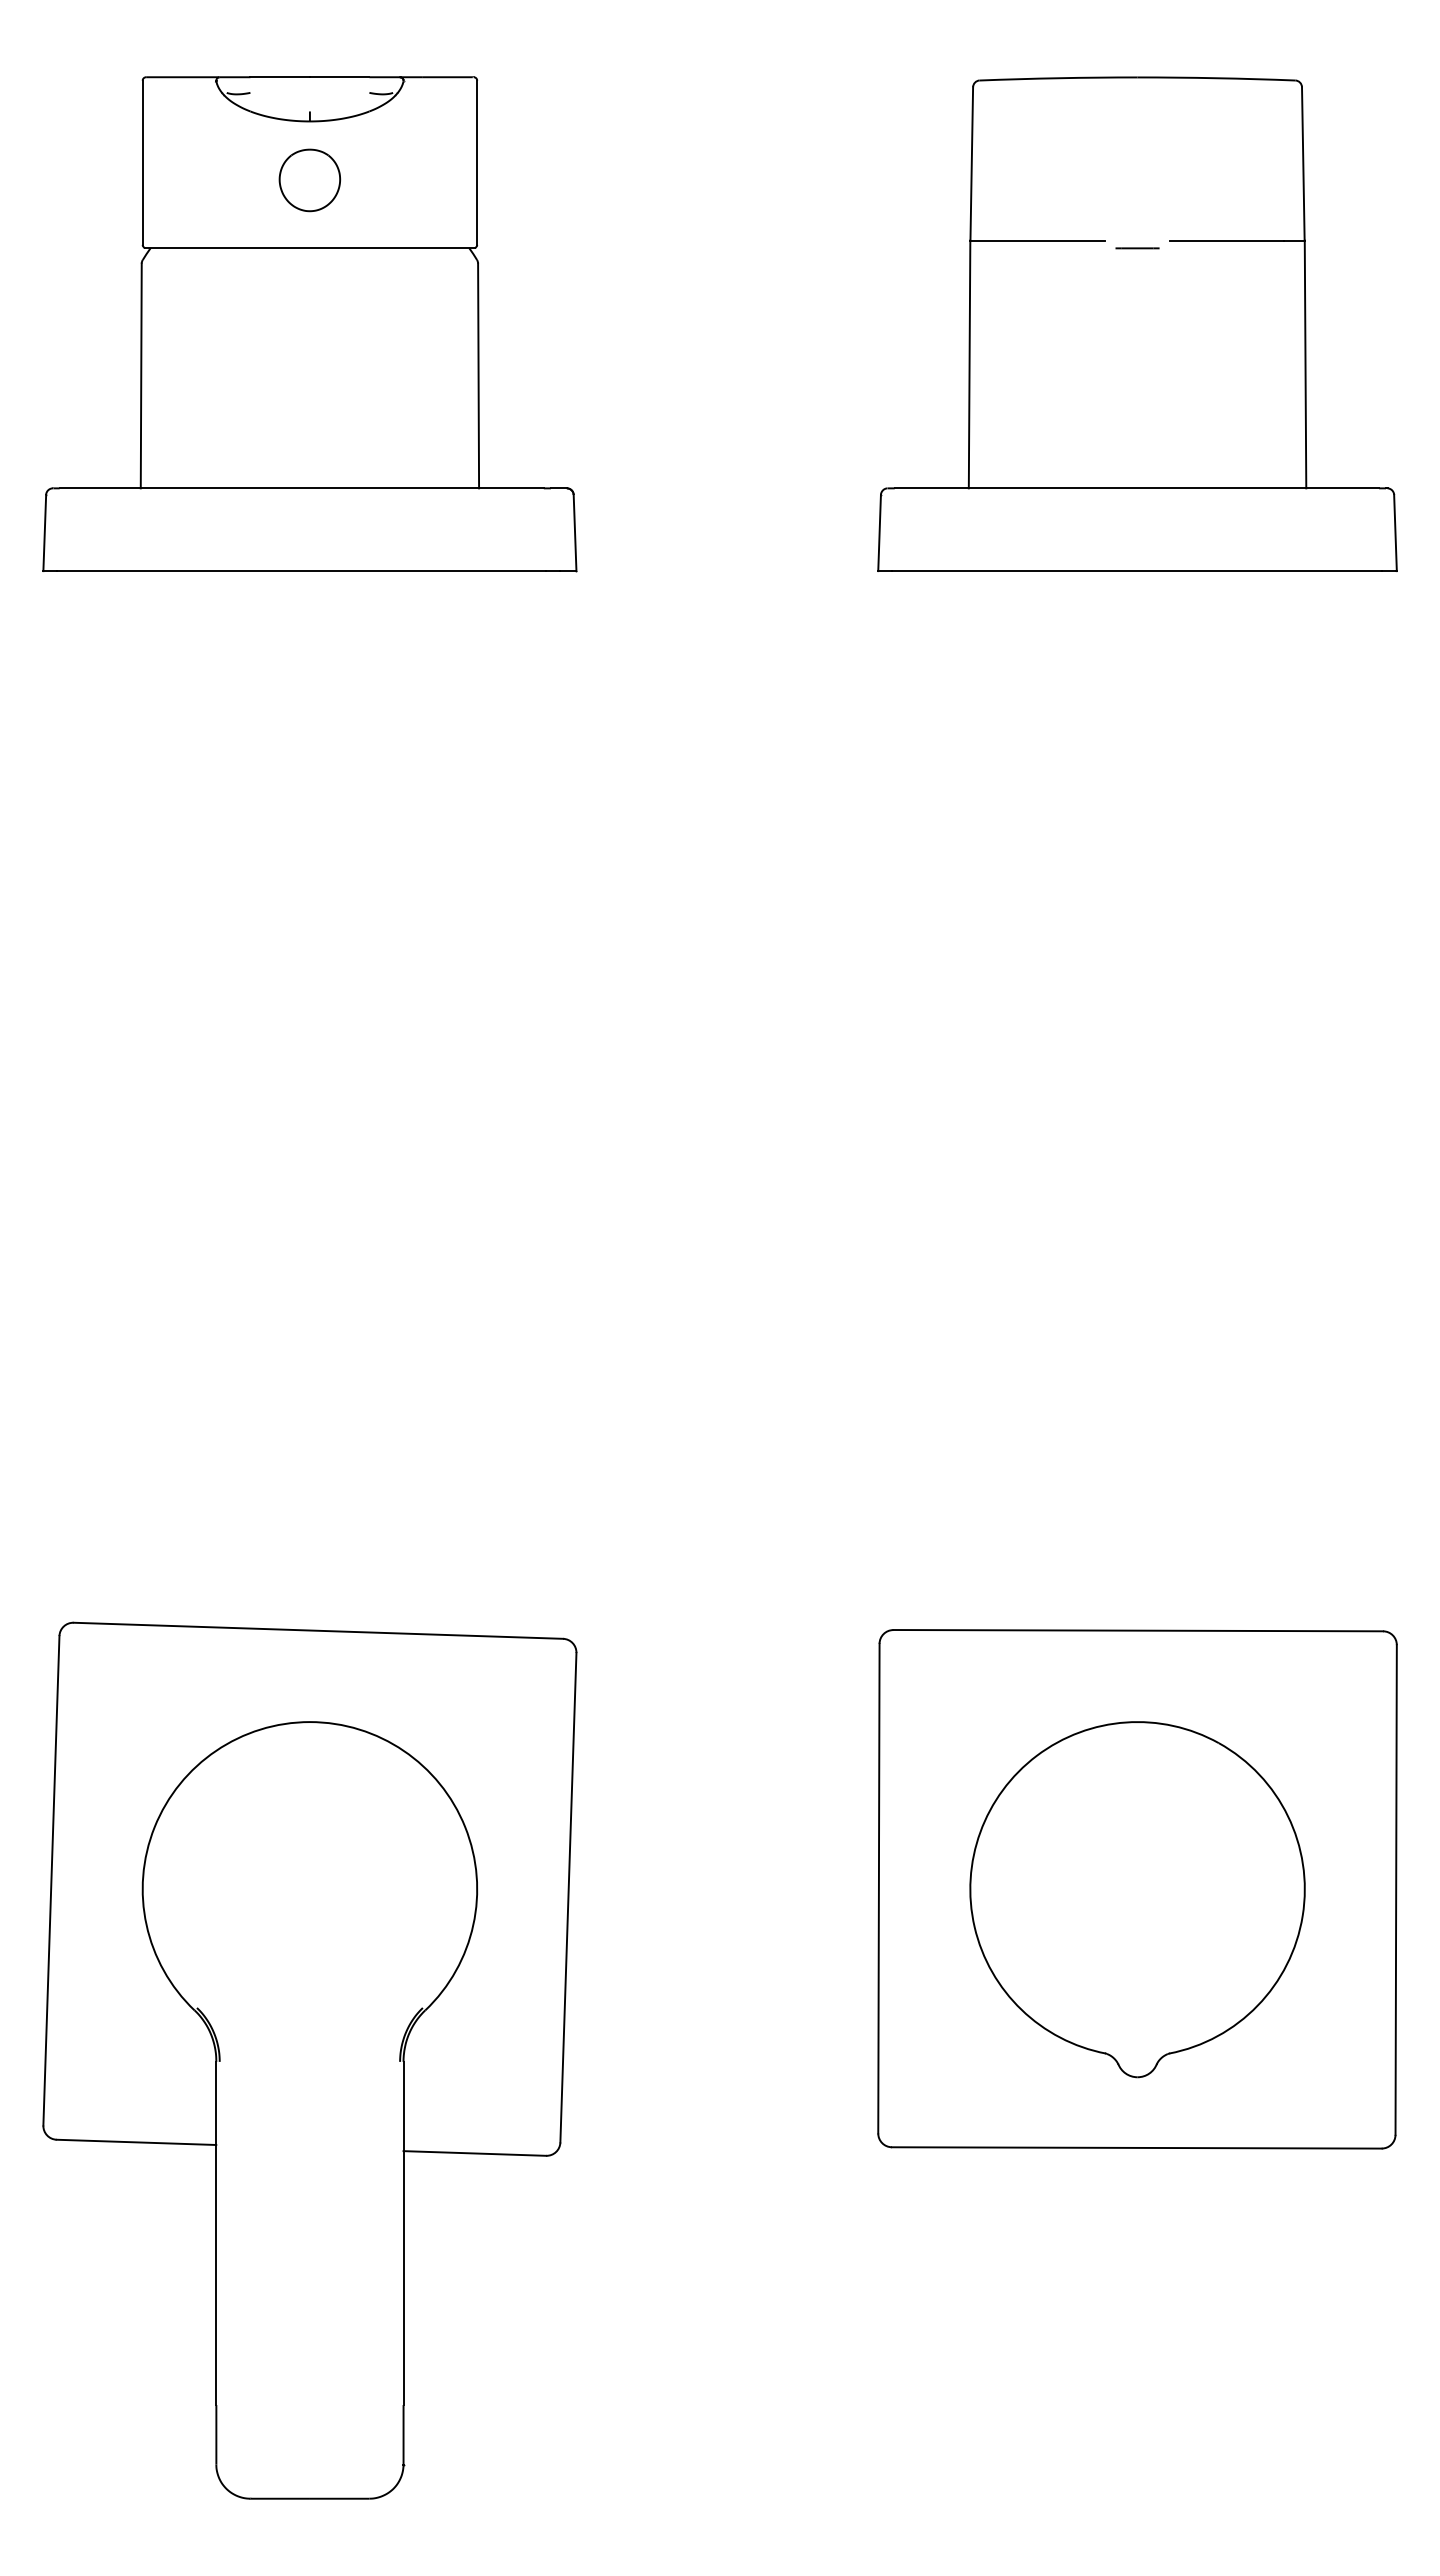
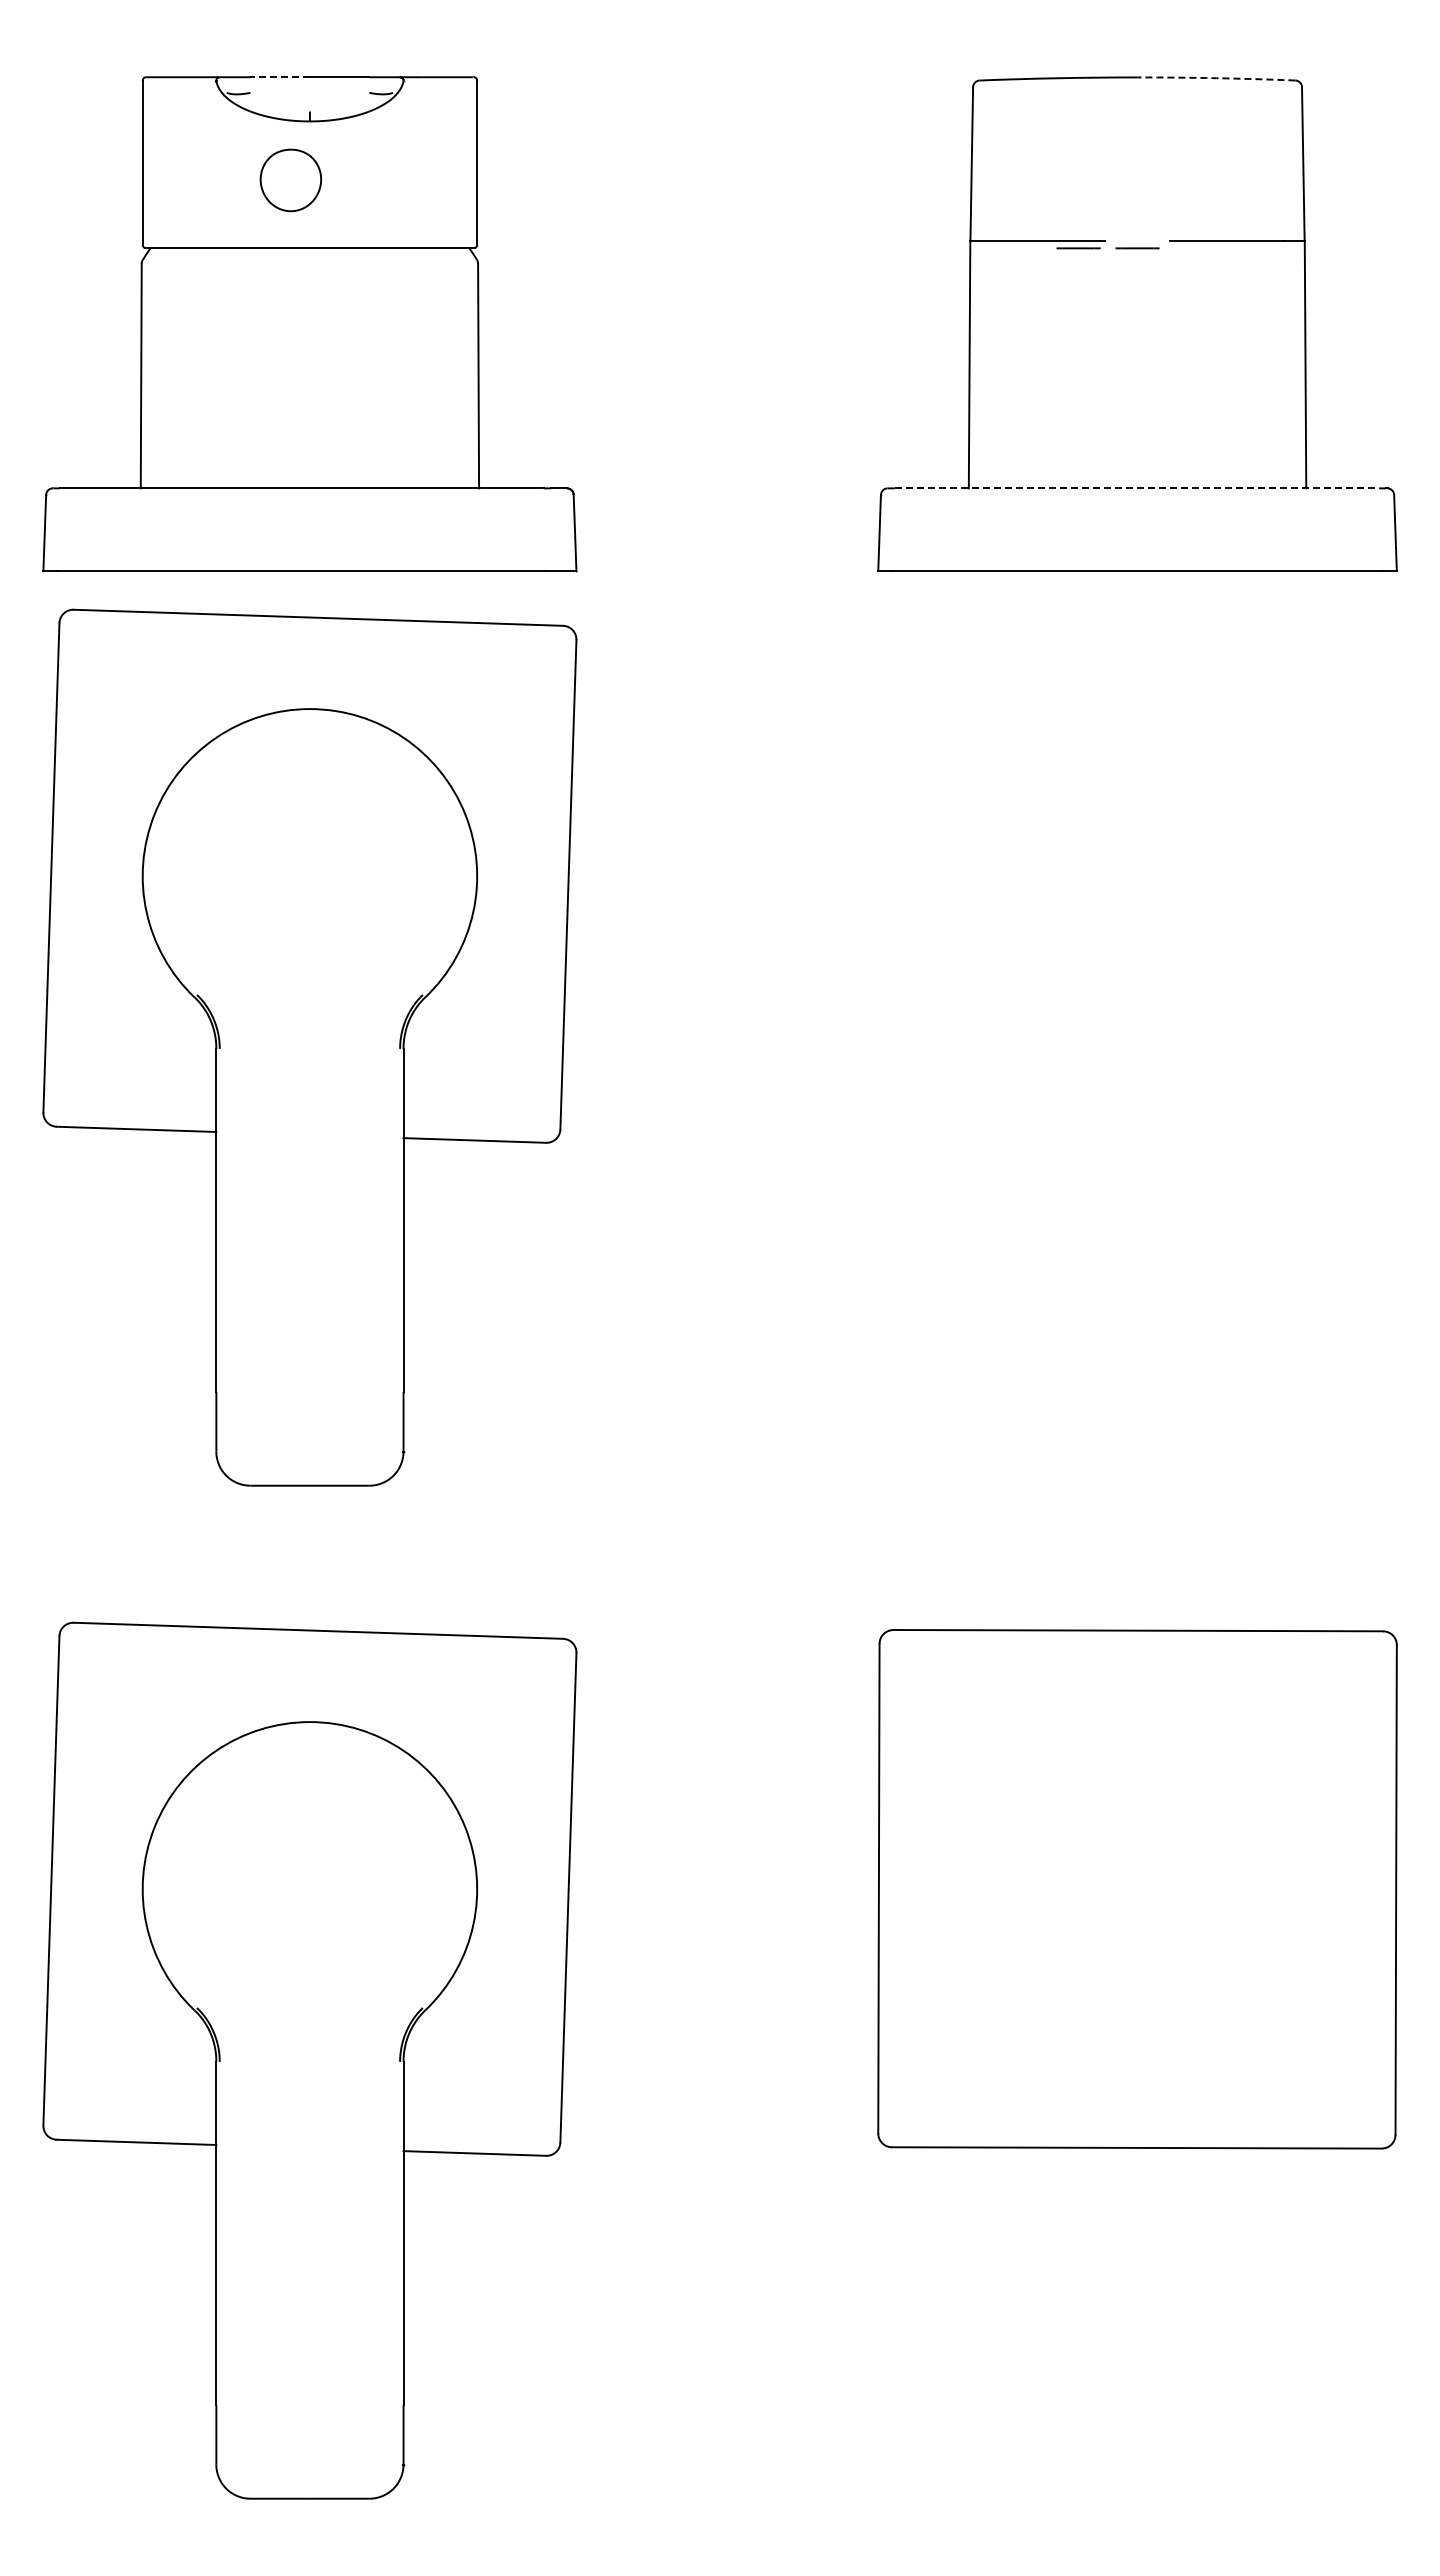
line at (280, 77): solid -> dashed
arc at (1216, 78): solid -> dashed
part at (309, 180) position: (309, 180) -> (290, 180)
line at (1078, 248): none -> present
line at (1137, 488): solid -> dashed
part at (309, 1047): none -> present
part at (1137, 1899): present -> none
